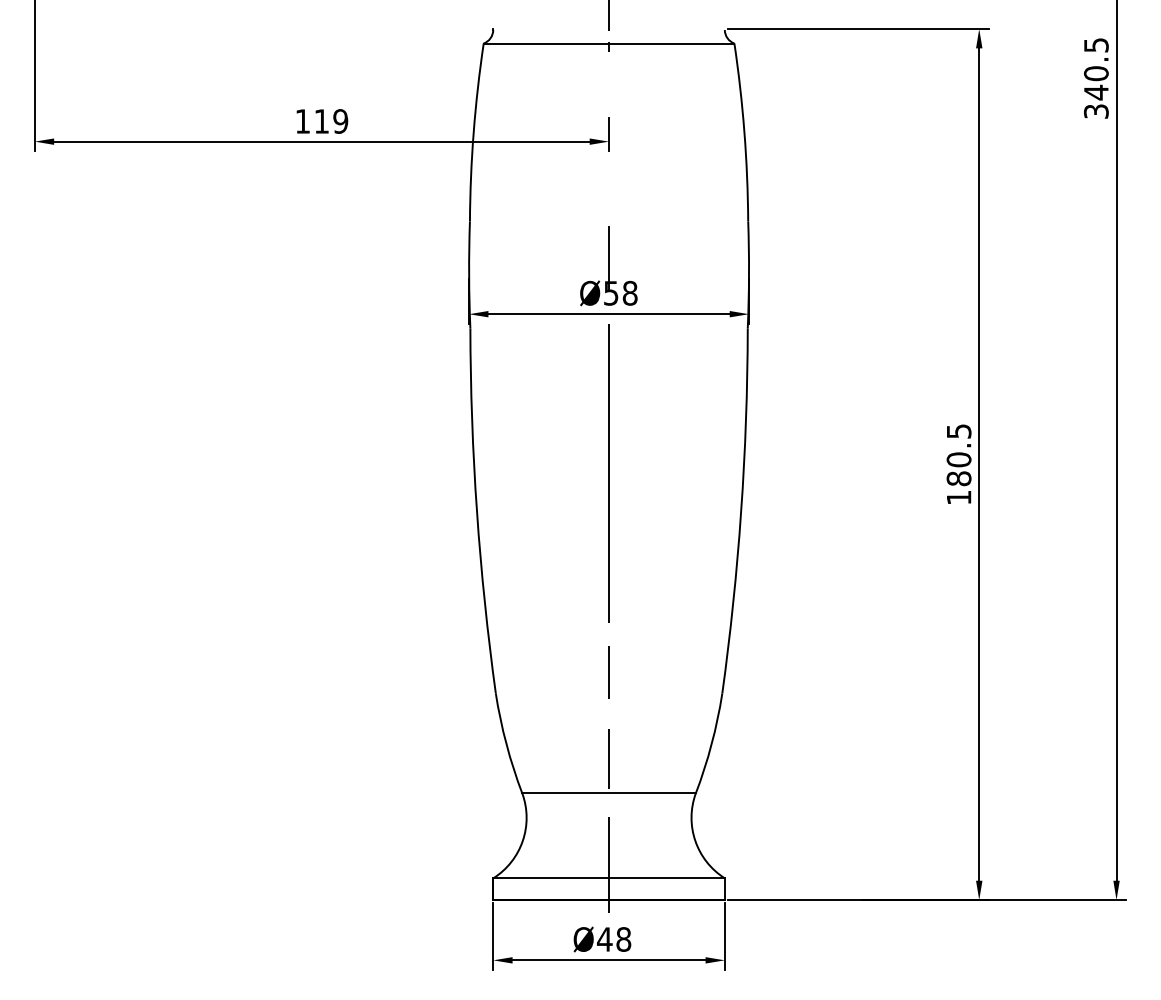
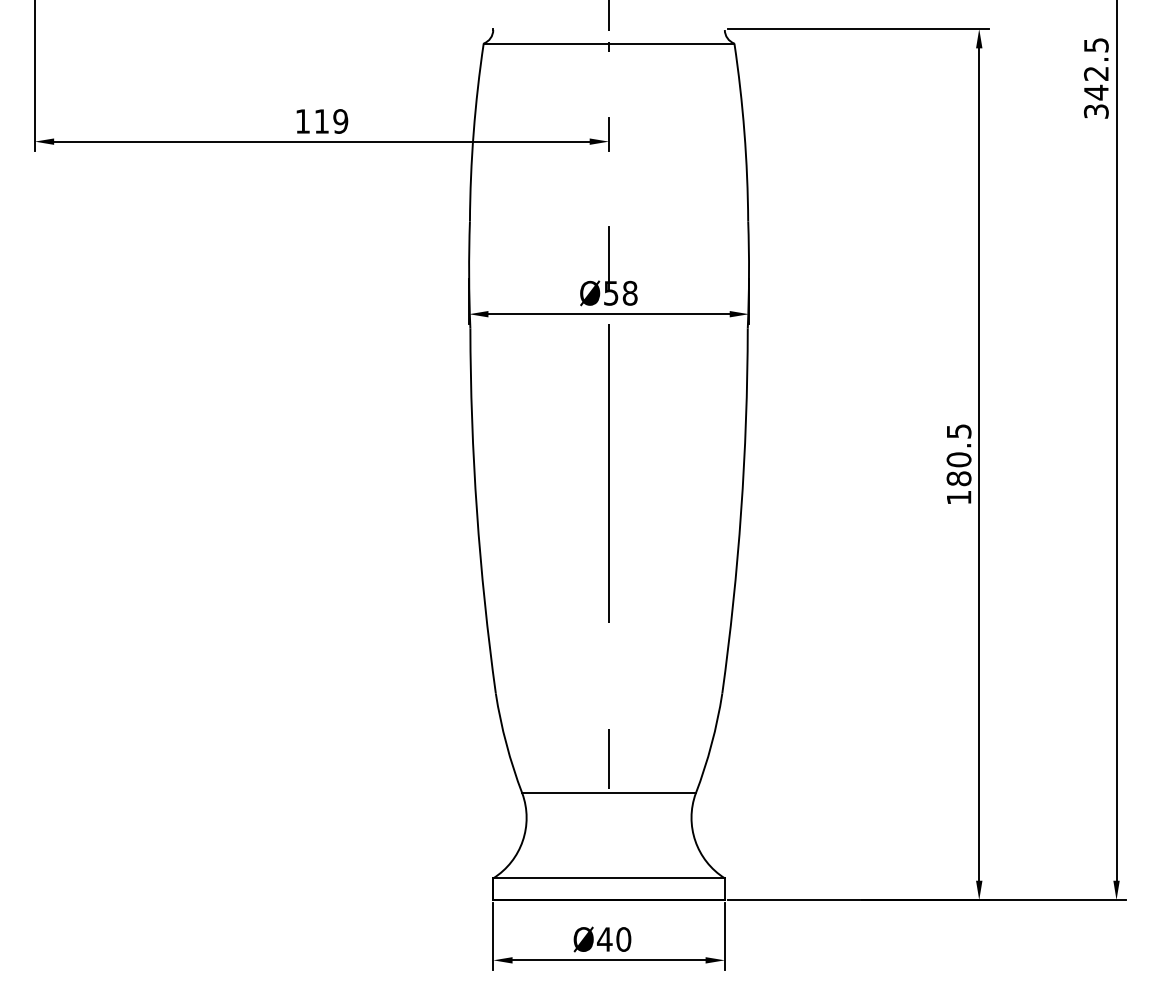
text at (1096, 73): 340.5 -> 342.5
line at (608, 672): present -> none
line at (609, 864): present -> none
text at (623, 939): Ø48 -> Ø40
